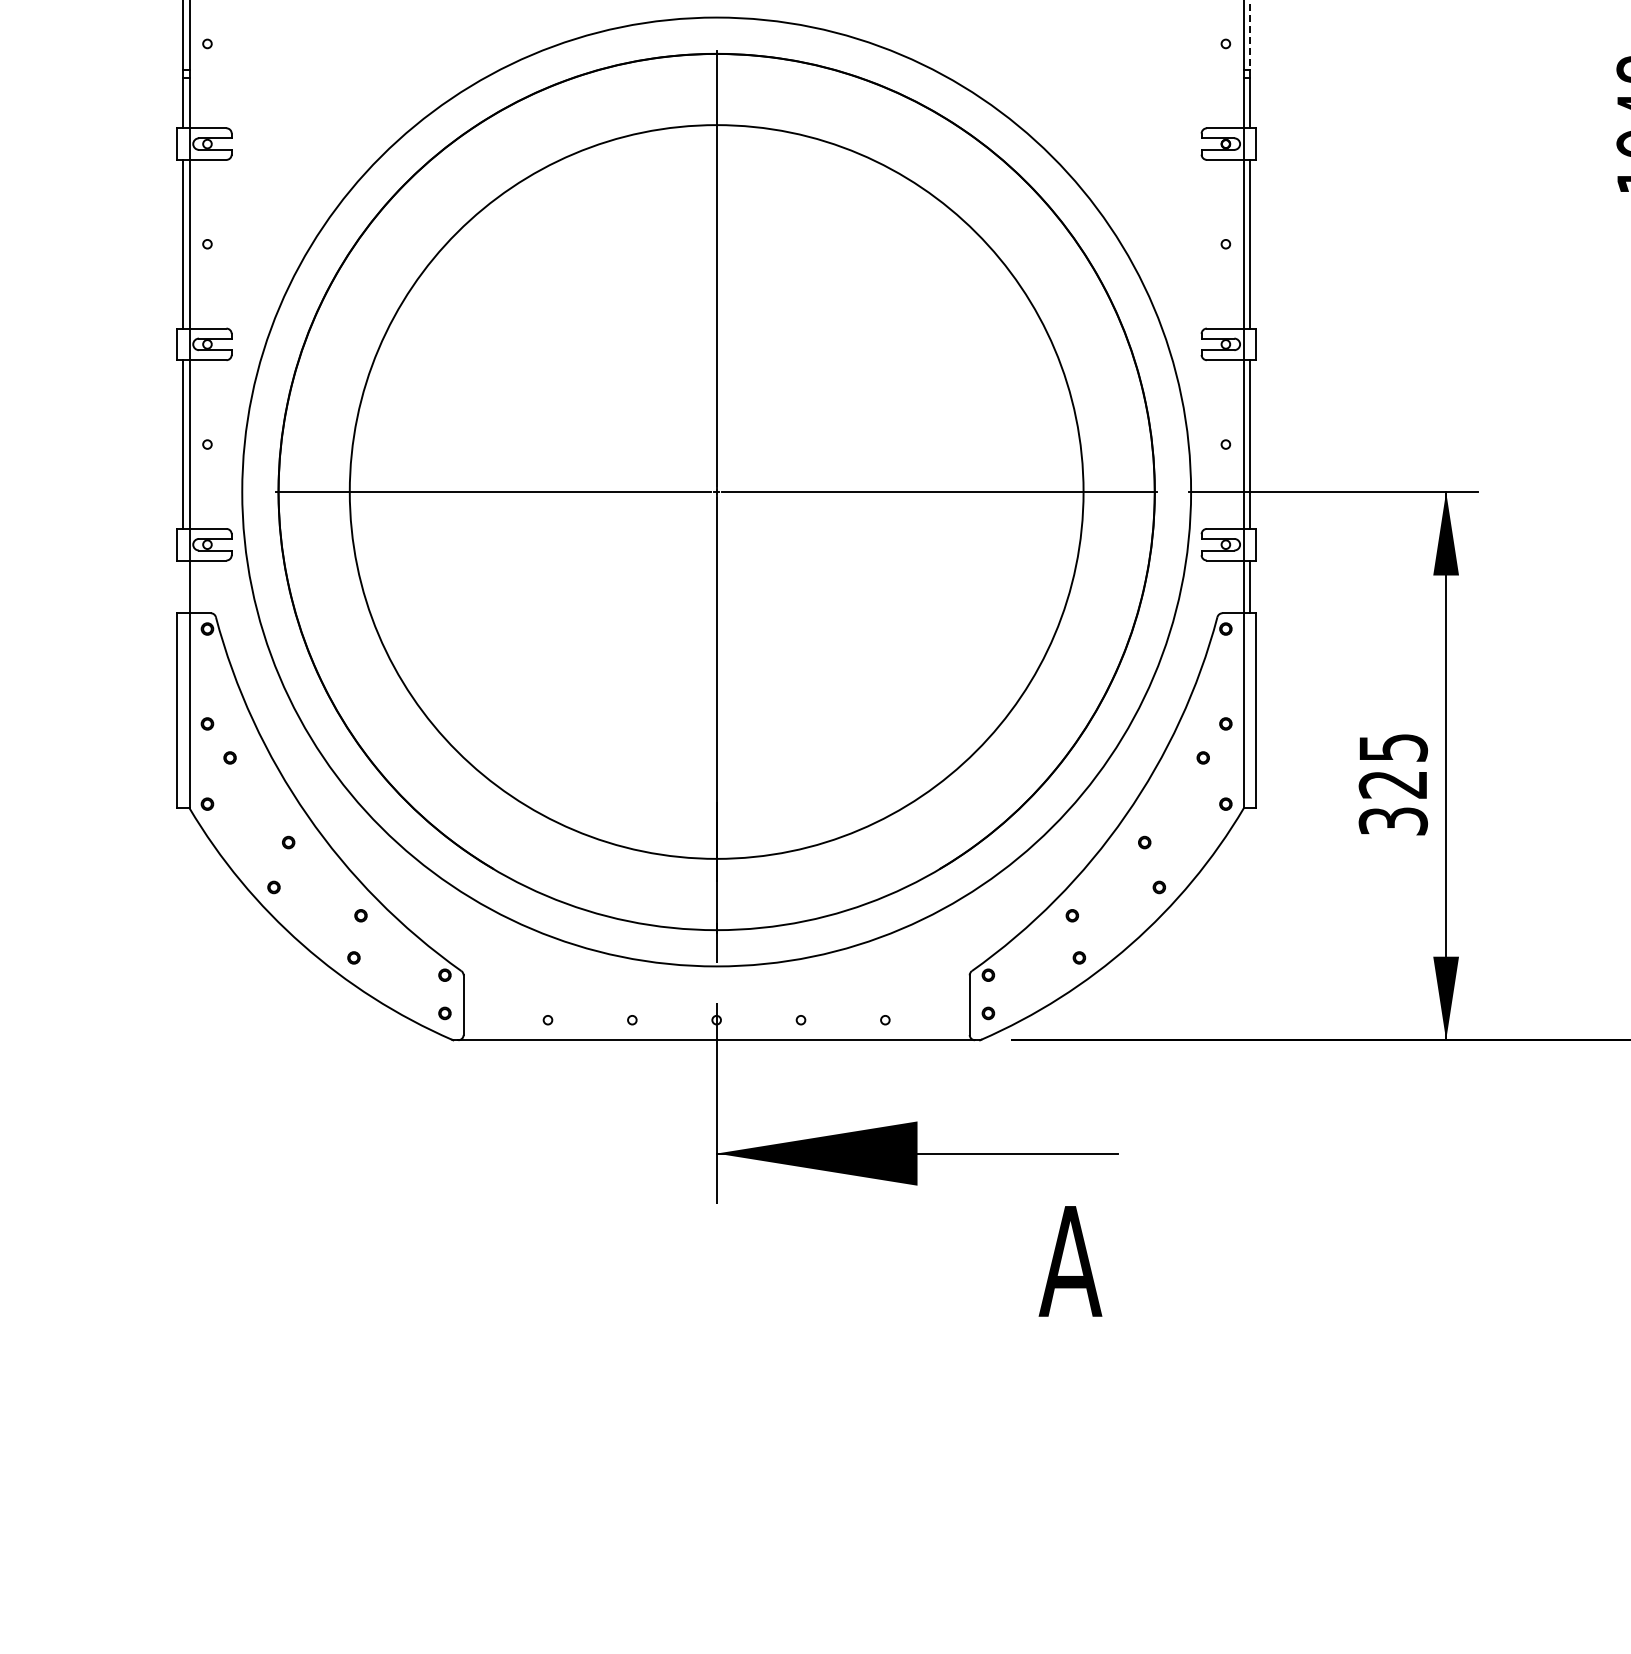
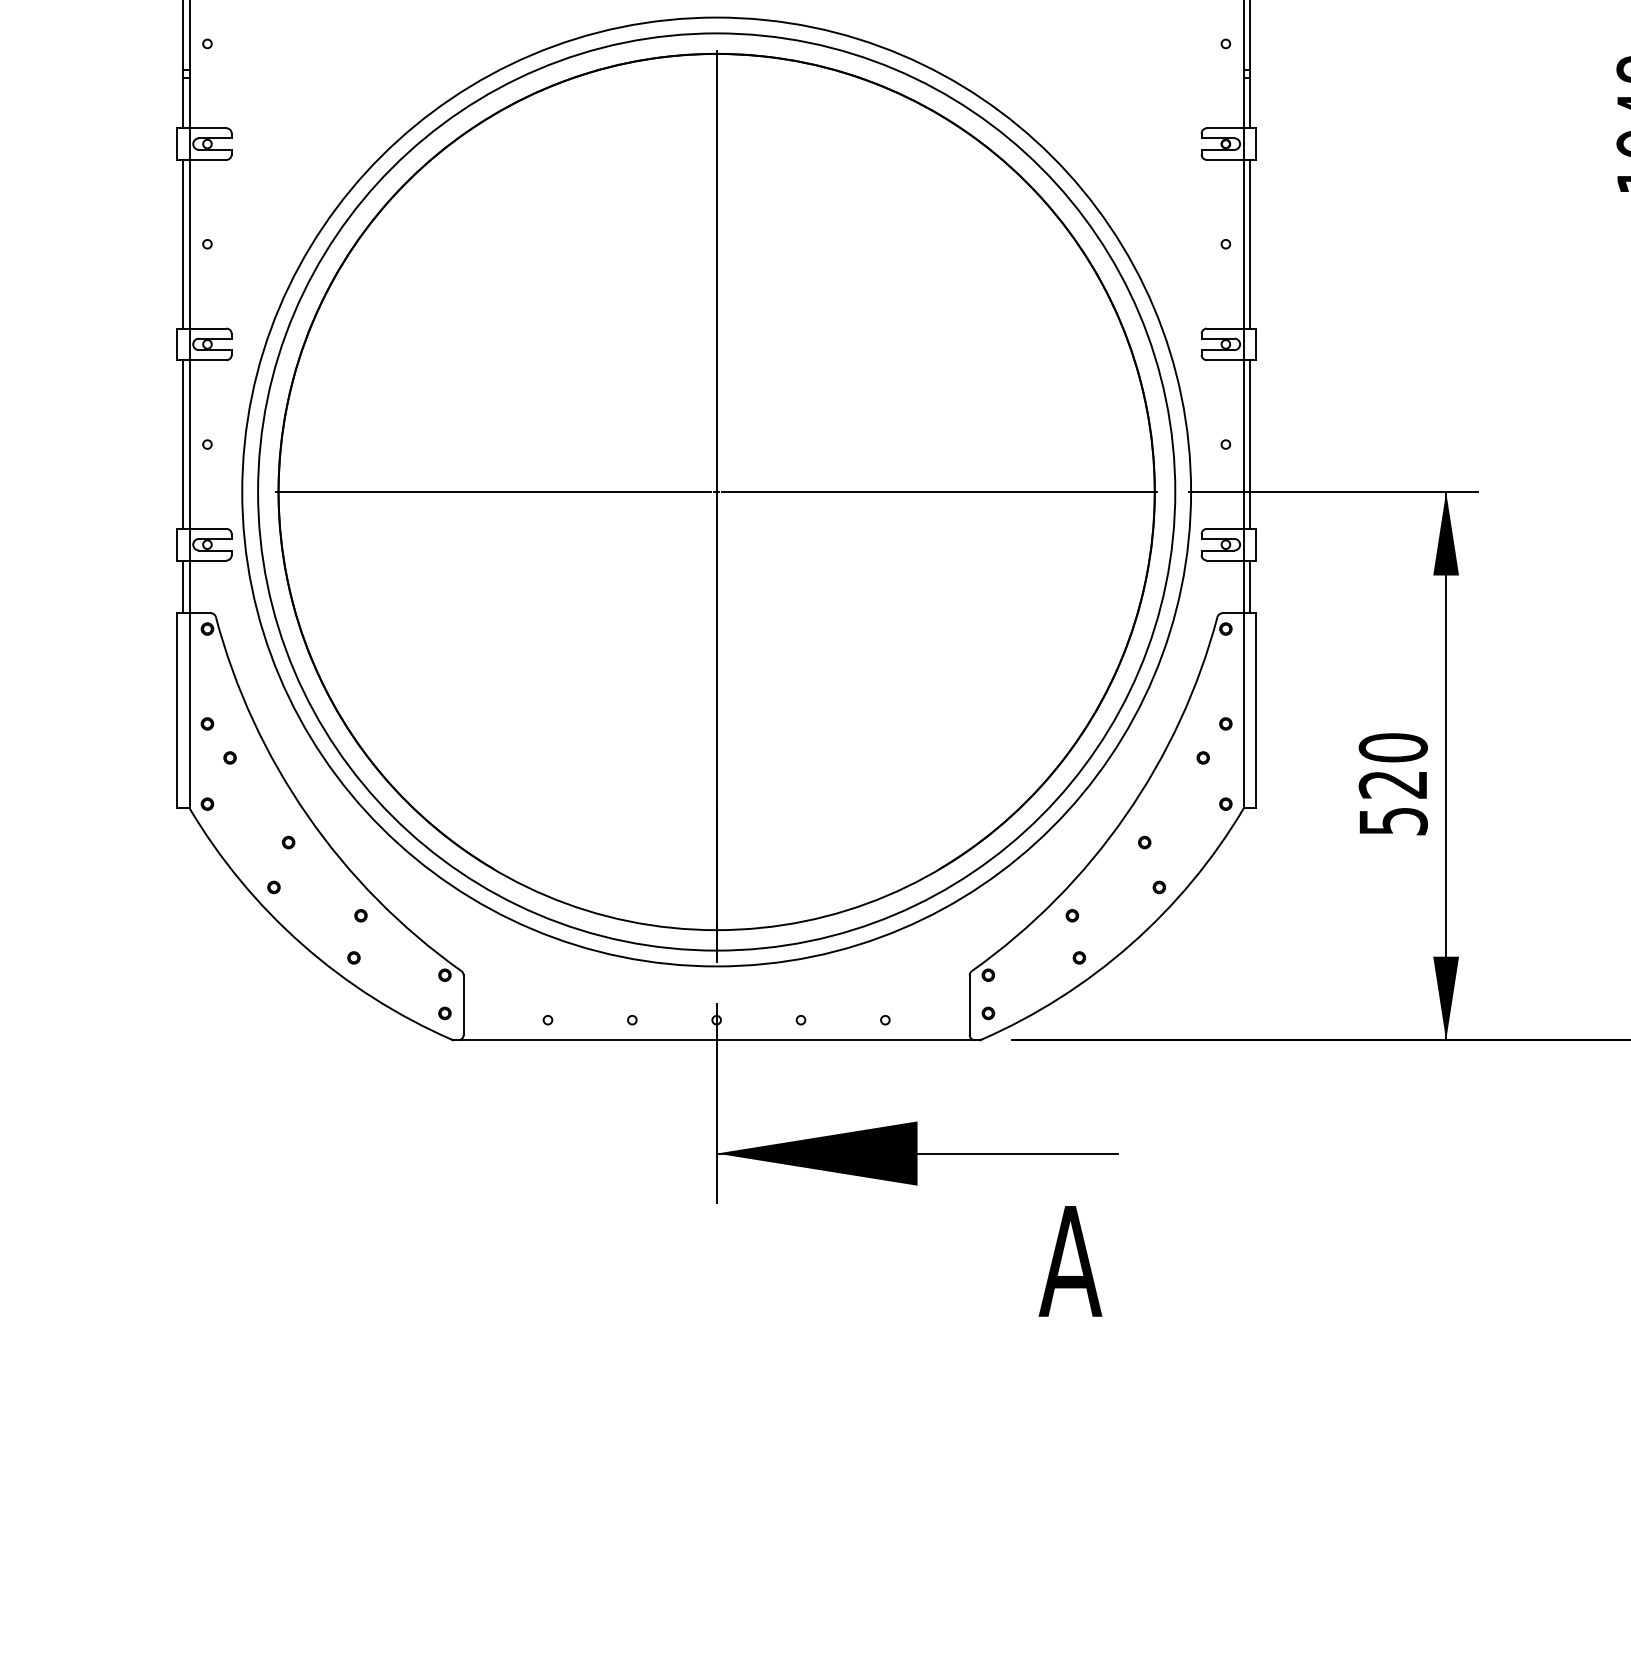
line at (1250, 35): dashed -> solid
circle at (716, 491) diameter: 734 px -> 917 px
line at (183, 586): none -> present
text at (1393, 784): 325 -> 520
